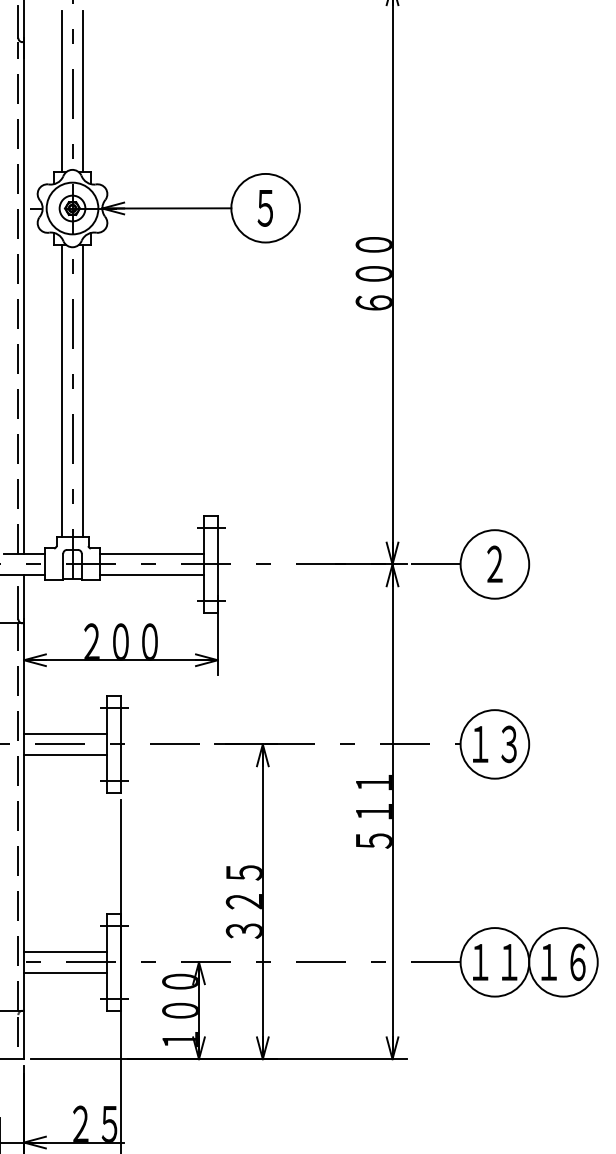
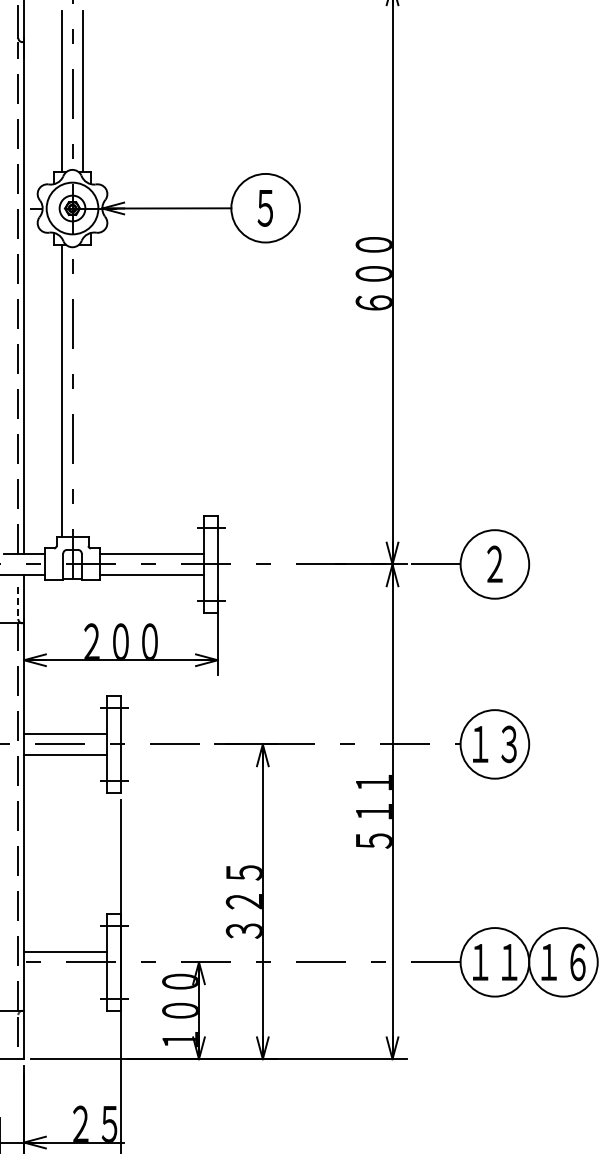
line at (83, 390): present -> none
line at (18, 603): solid -> dashed
line at (65, 972): present -> none
